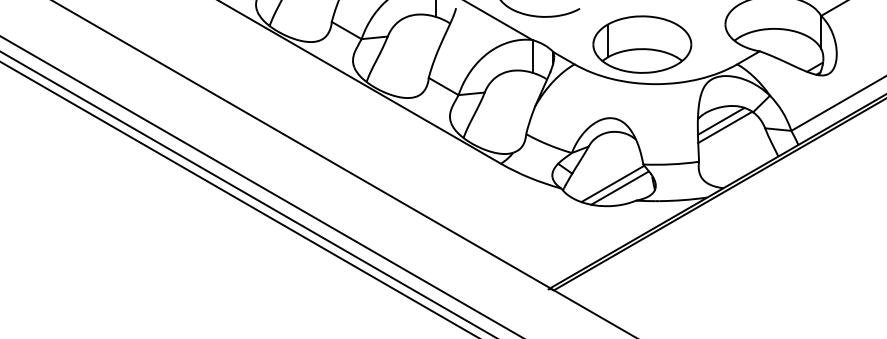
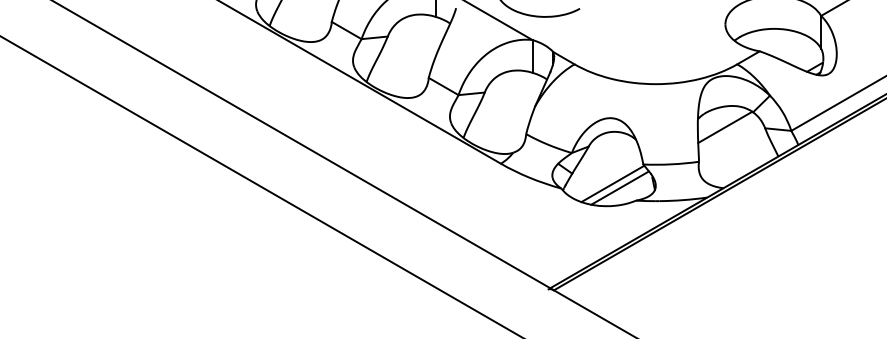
part at (642, 44): present -> none
line at (720, 121): present -> none
line at (247, 193): present -> none
line at (238, 198): present -> none
